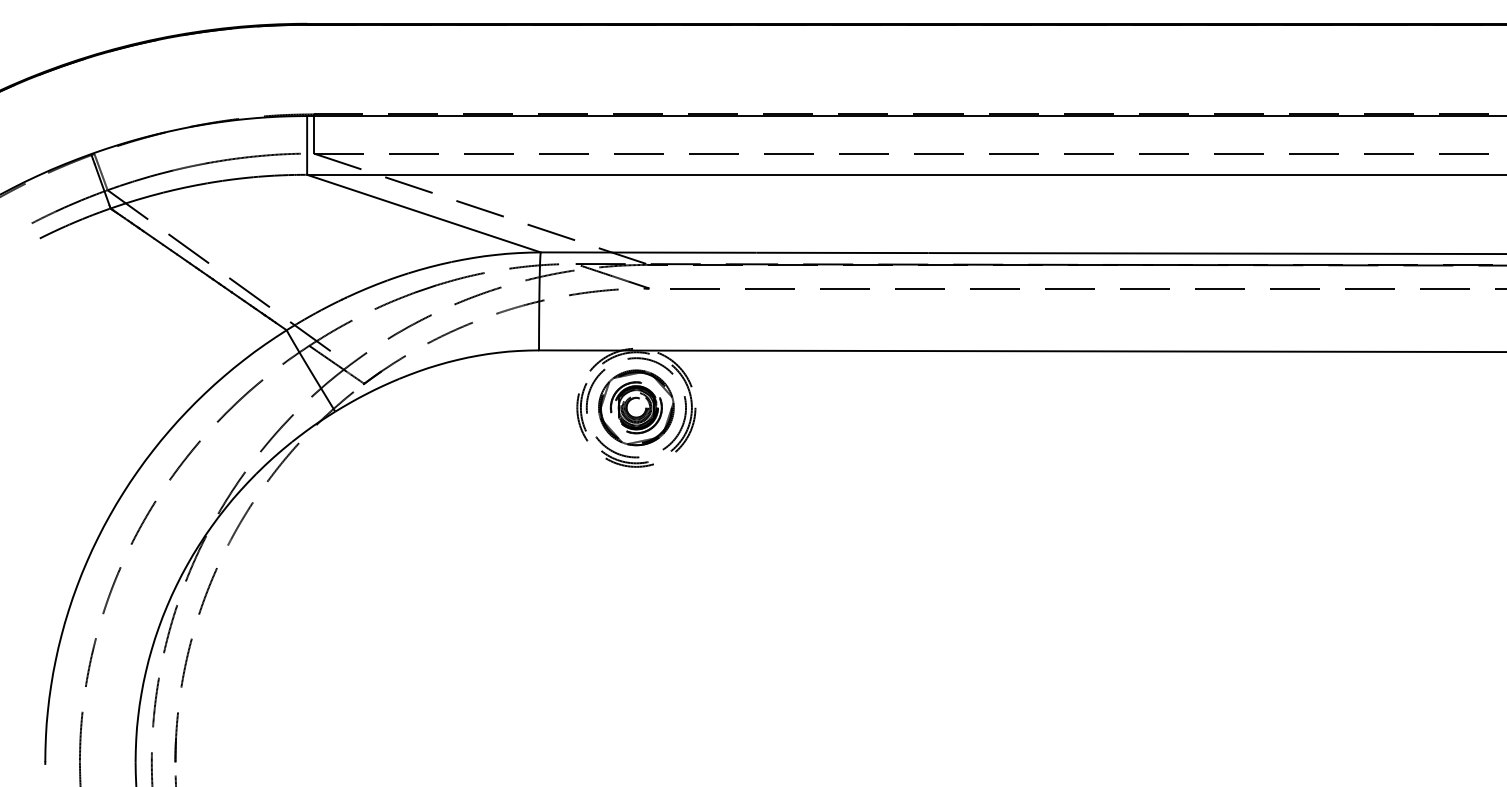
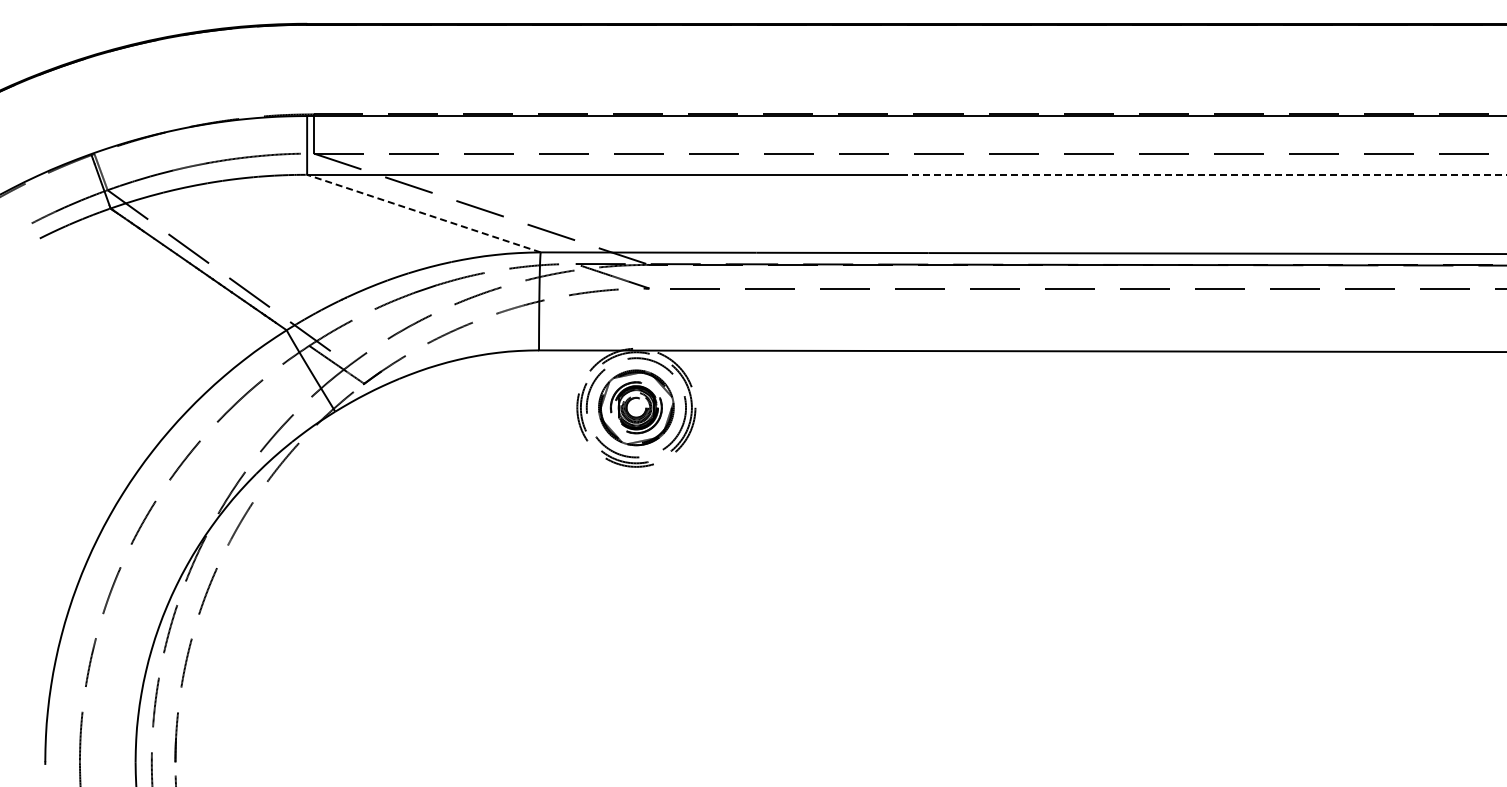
line at (1204, 174): solid -> dashed
line at (423, 213): solid -> dashed
